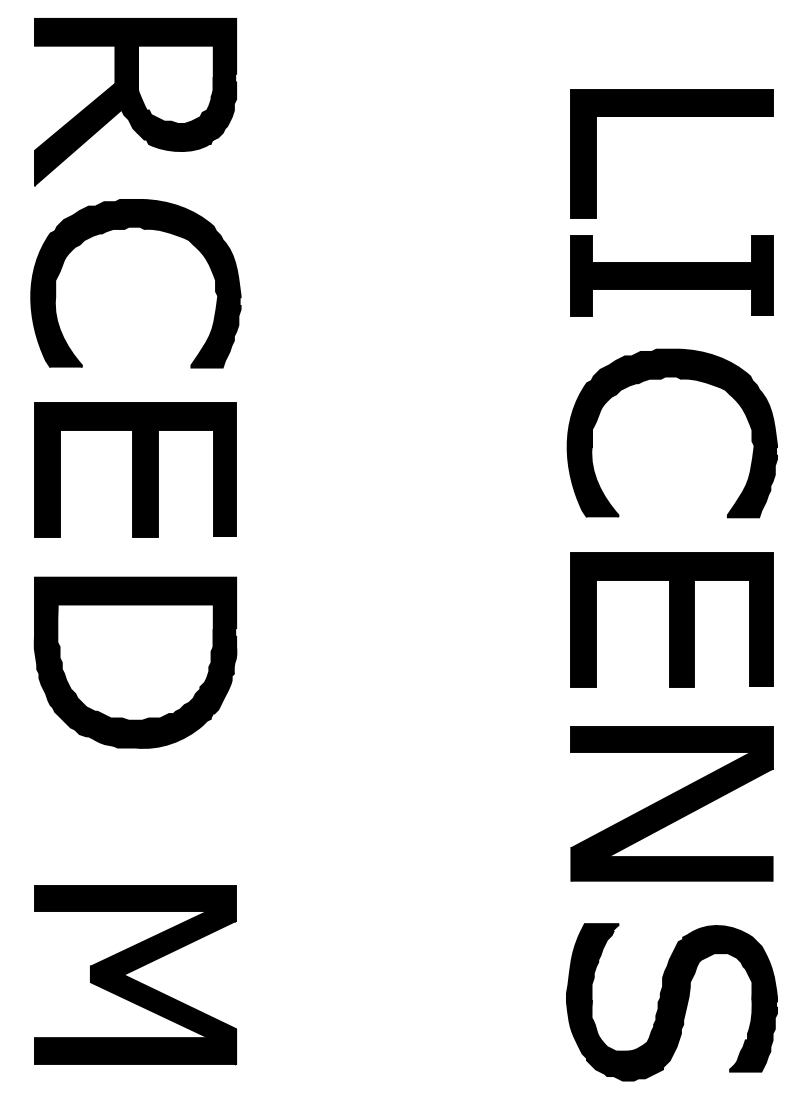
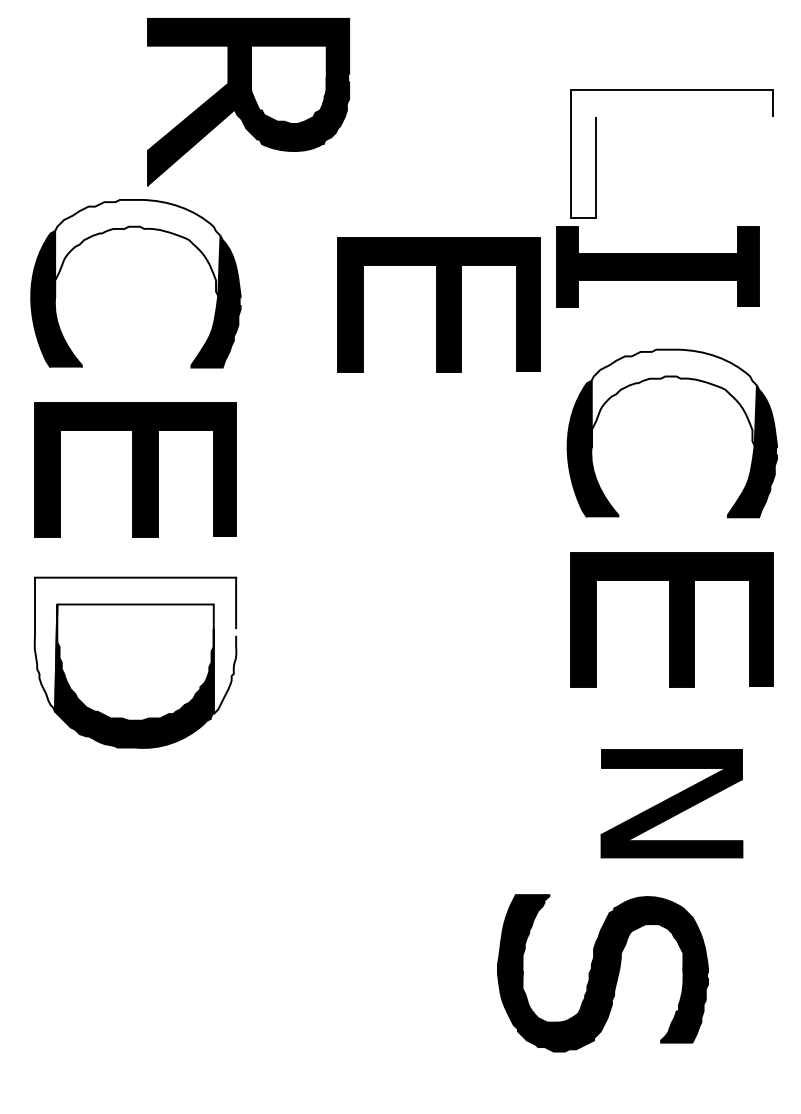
part at (135, 102) position: (135, 102) -> (248, 102)
fill at (671, 153): present -> none
fill at (137, 248): present -> none
part at (671, 275) position: (671, 275) -> (657, 266)
part at (438, 304): none -> present
fill at (673, 398): present -> none
fill at (135, 645): present -> none
part at (671, 803) size: 204x156 px -> 144x110 px
part at (135, 975): present -> none
part at (671, 1002) position: (671, 1002) -> (602, 973)
